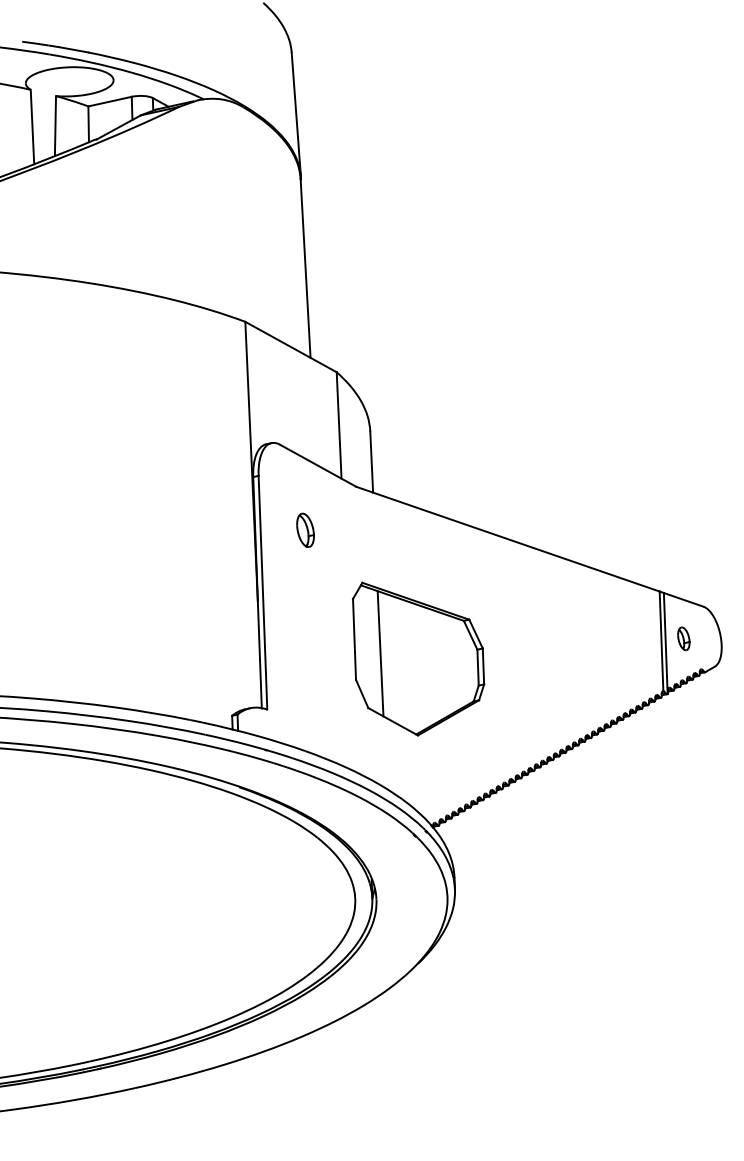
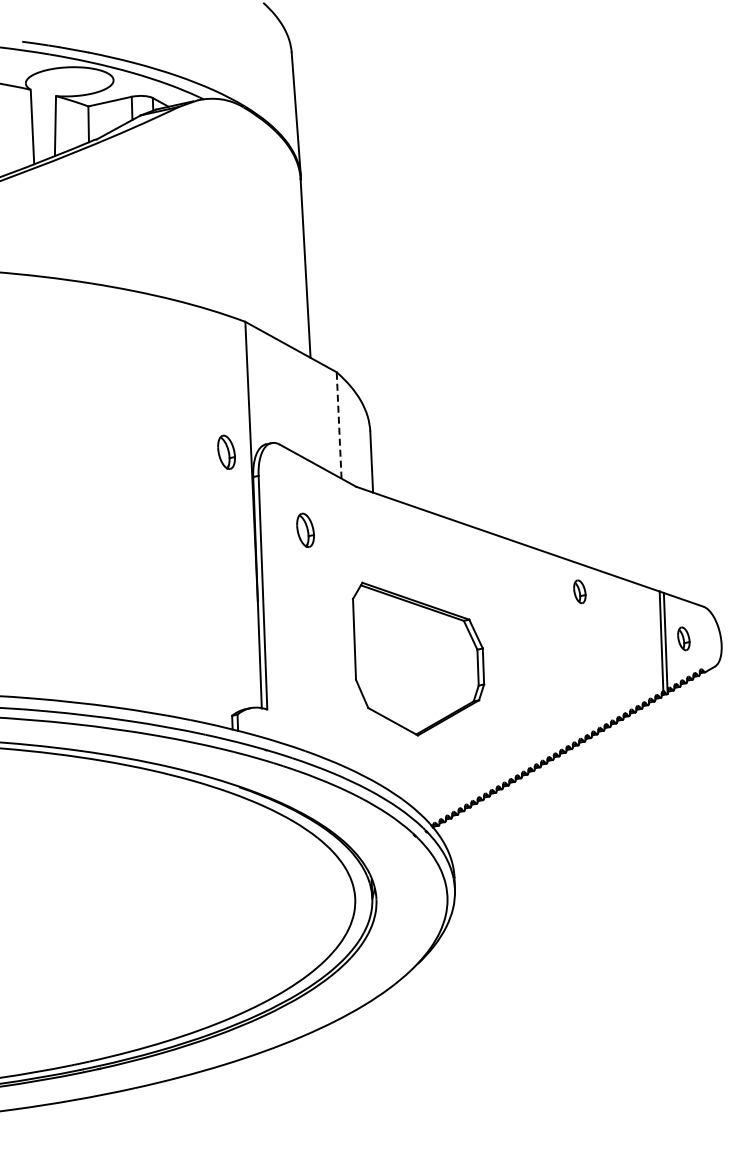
line at (339, 424): solid -> dashed
part at (226, 451): none -> present
part at (579, 591): none -> present
line at (380, 653): present -> none
